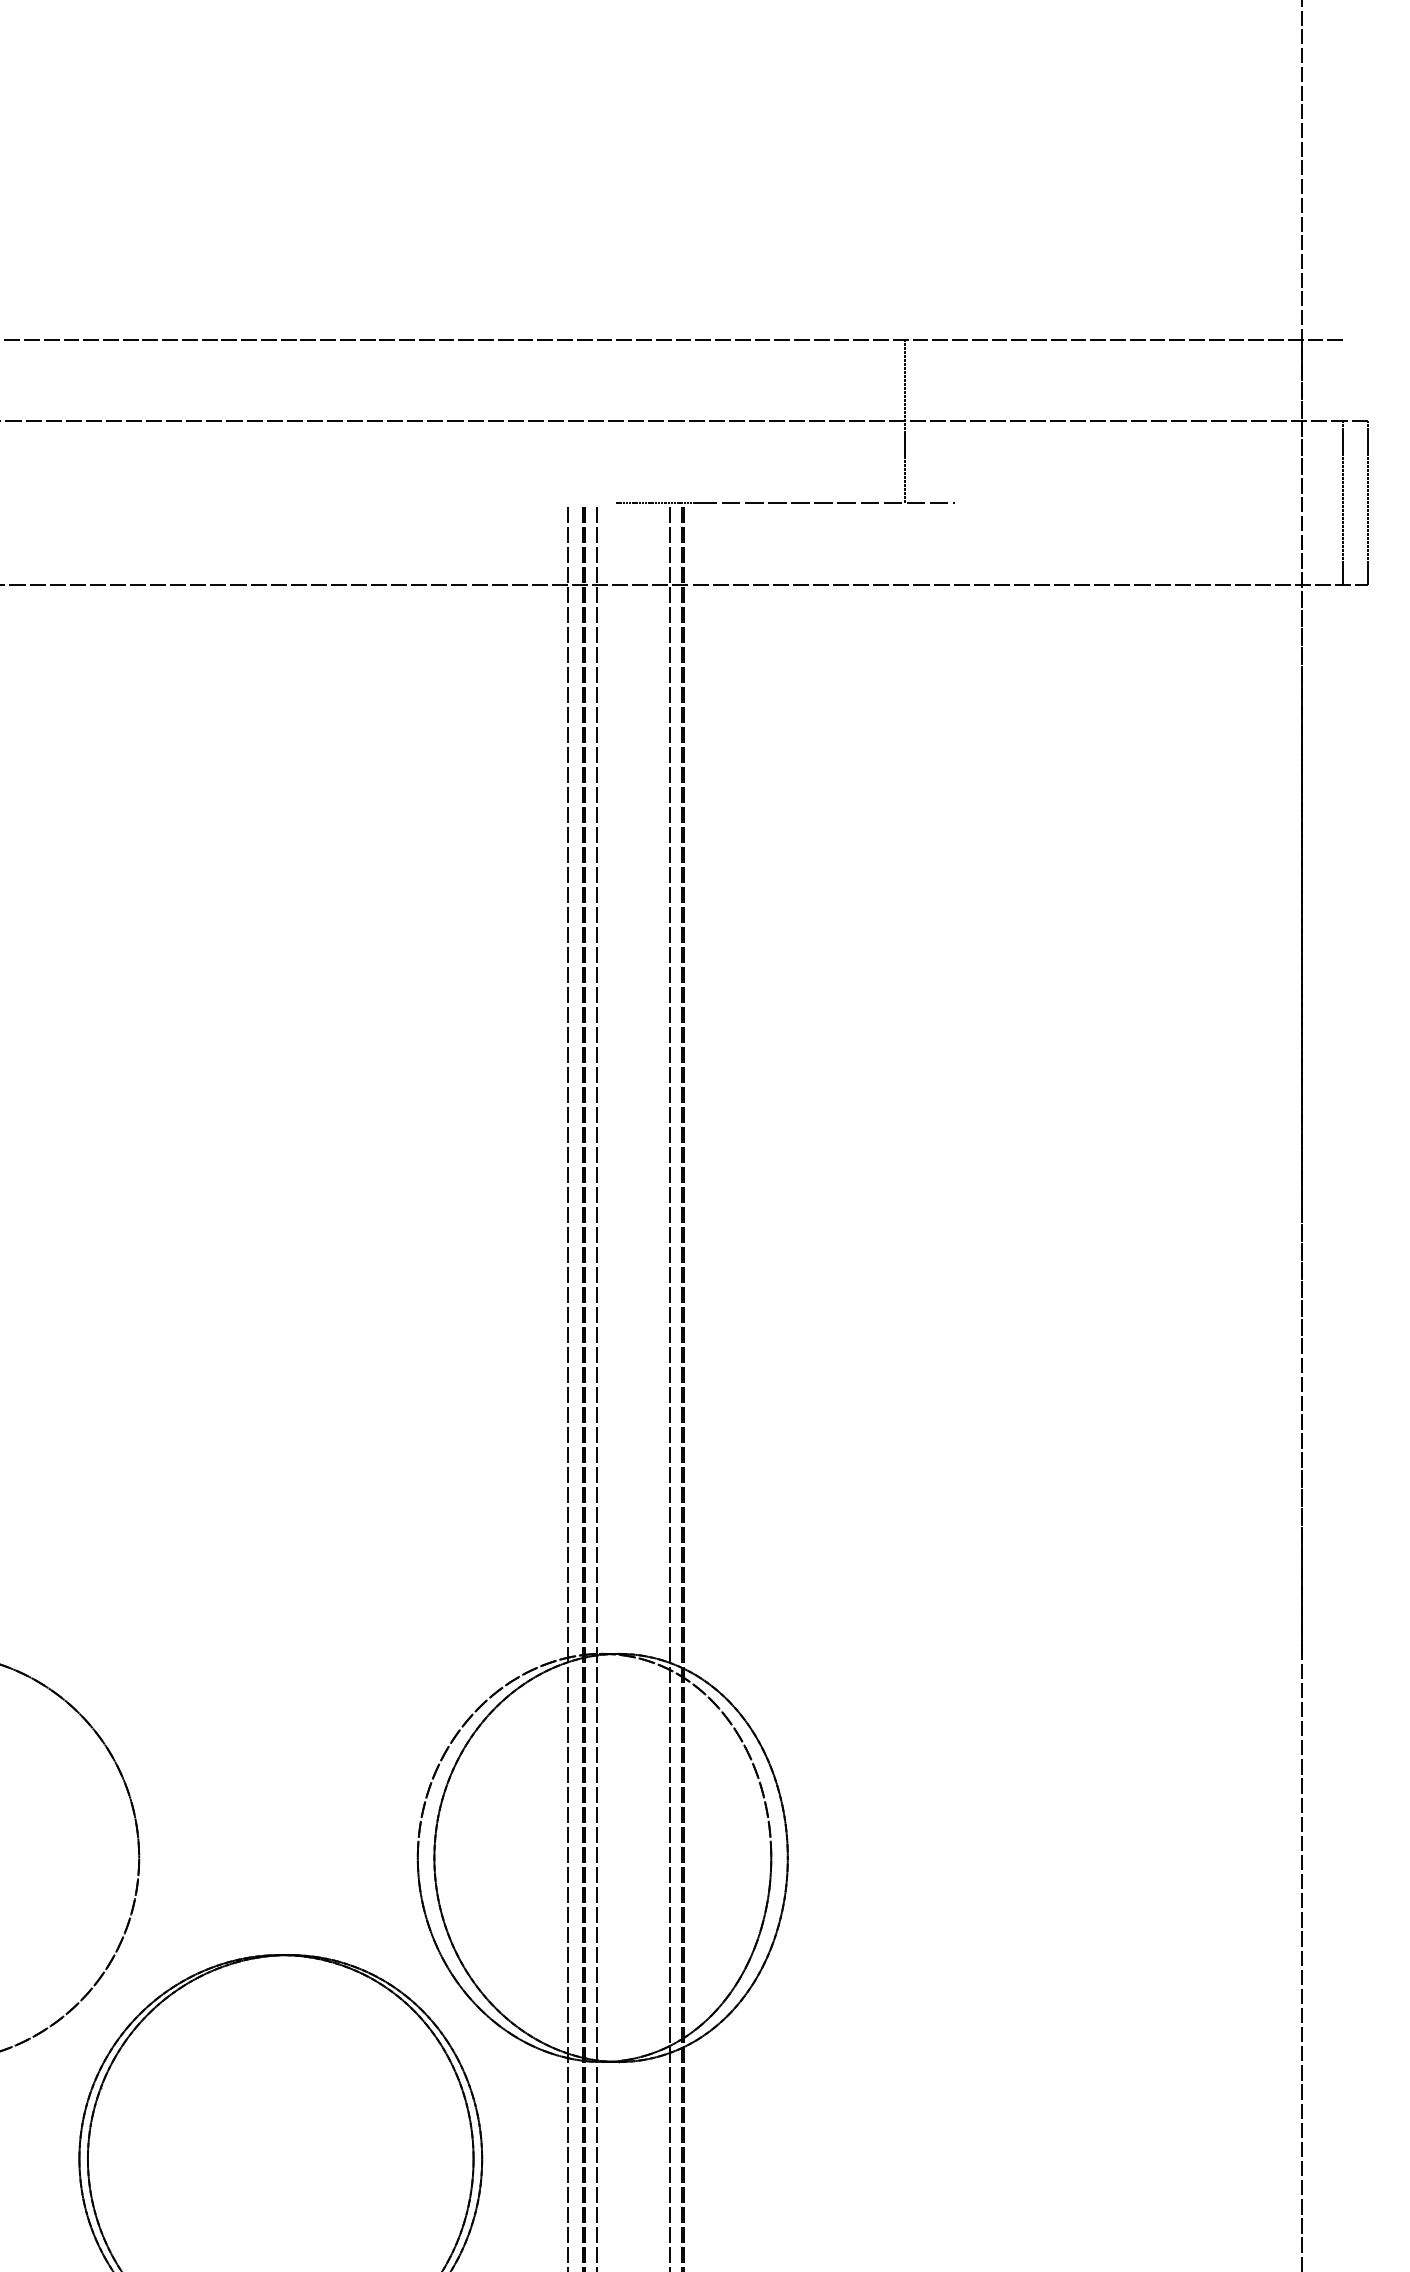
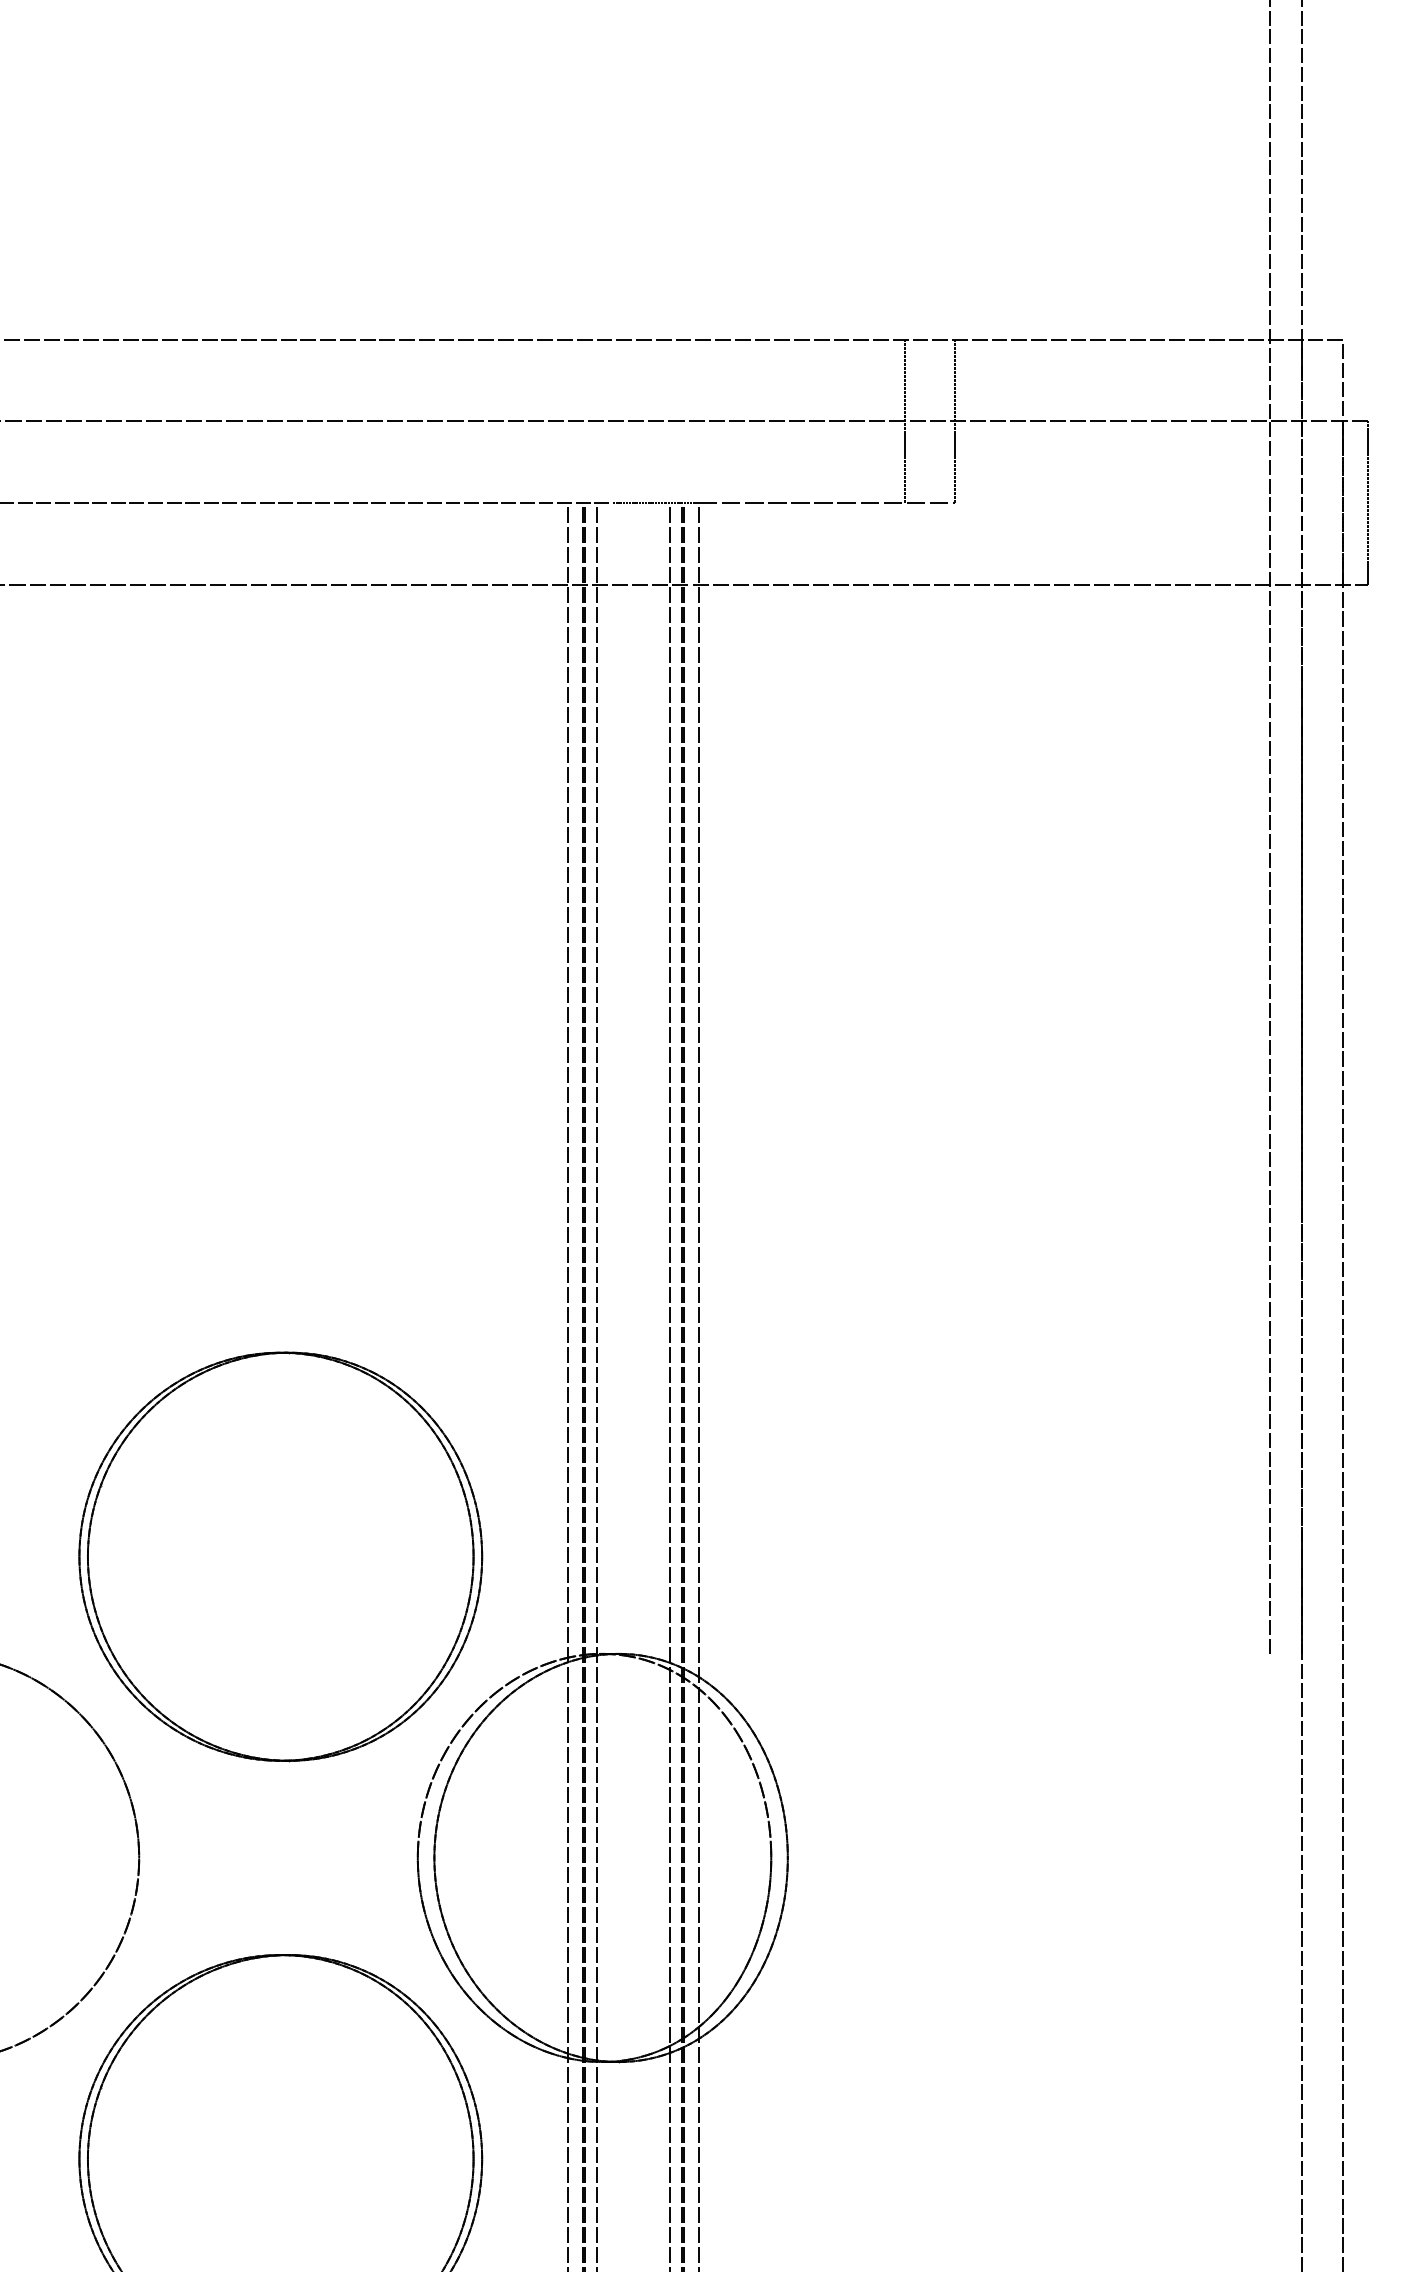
line at (955, 421): none -> present
line at (308, 503): none -> present
line at (1269, 827): none -> present
line at (1343, 1303): none -> present
line at (698, 1385): none -> present
part at (280, 1556): none -> present
